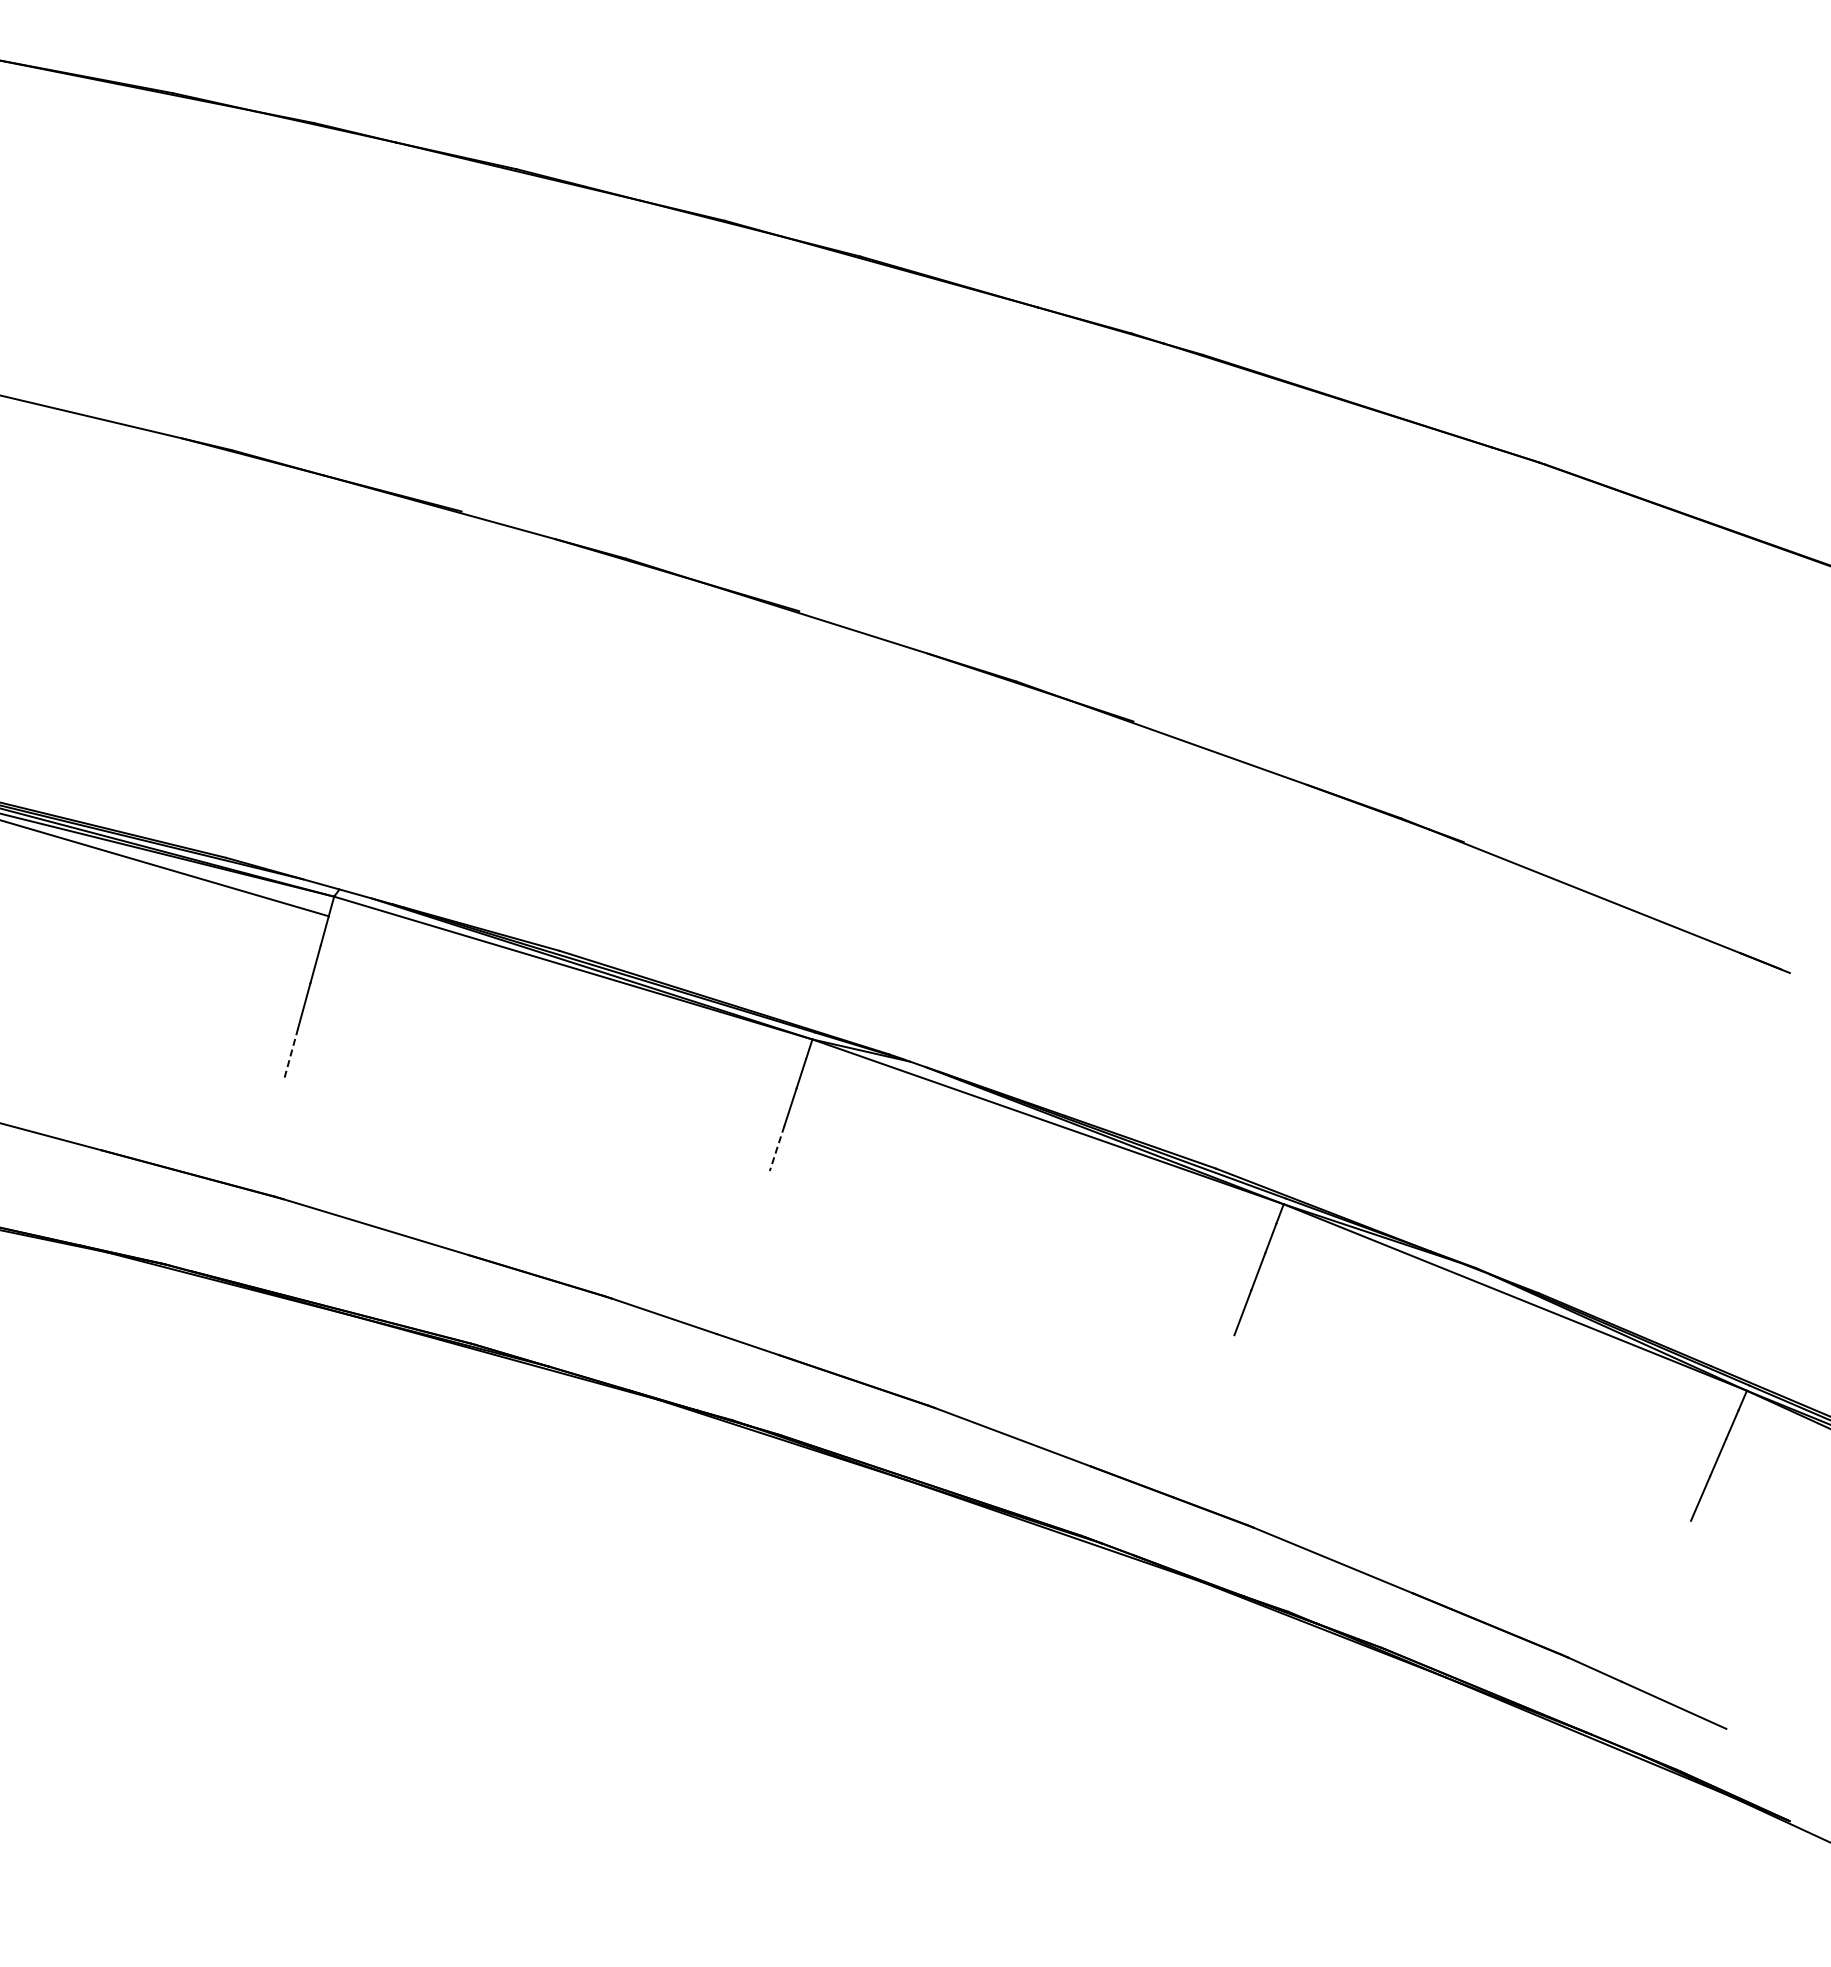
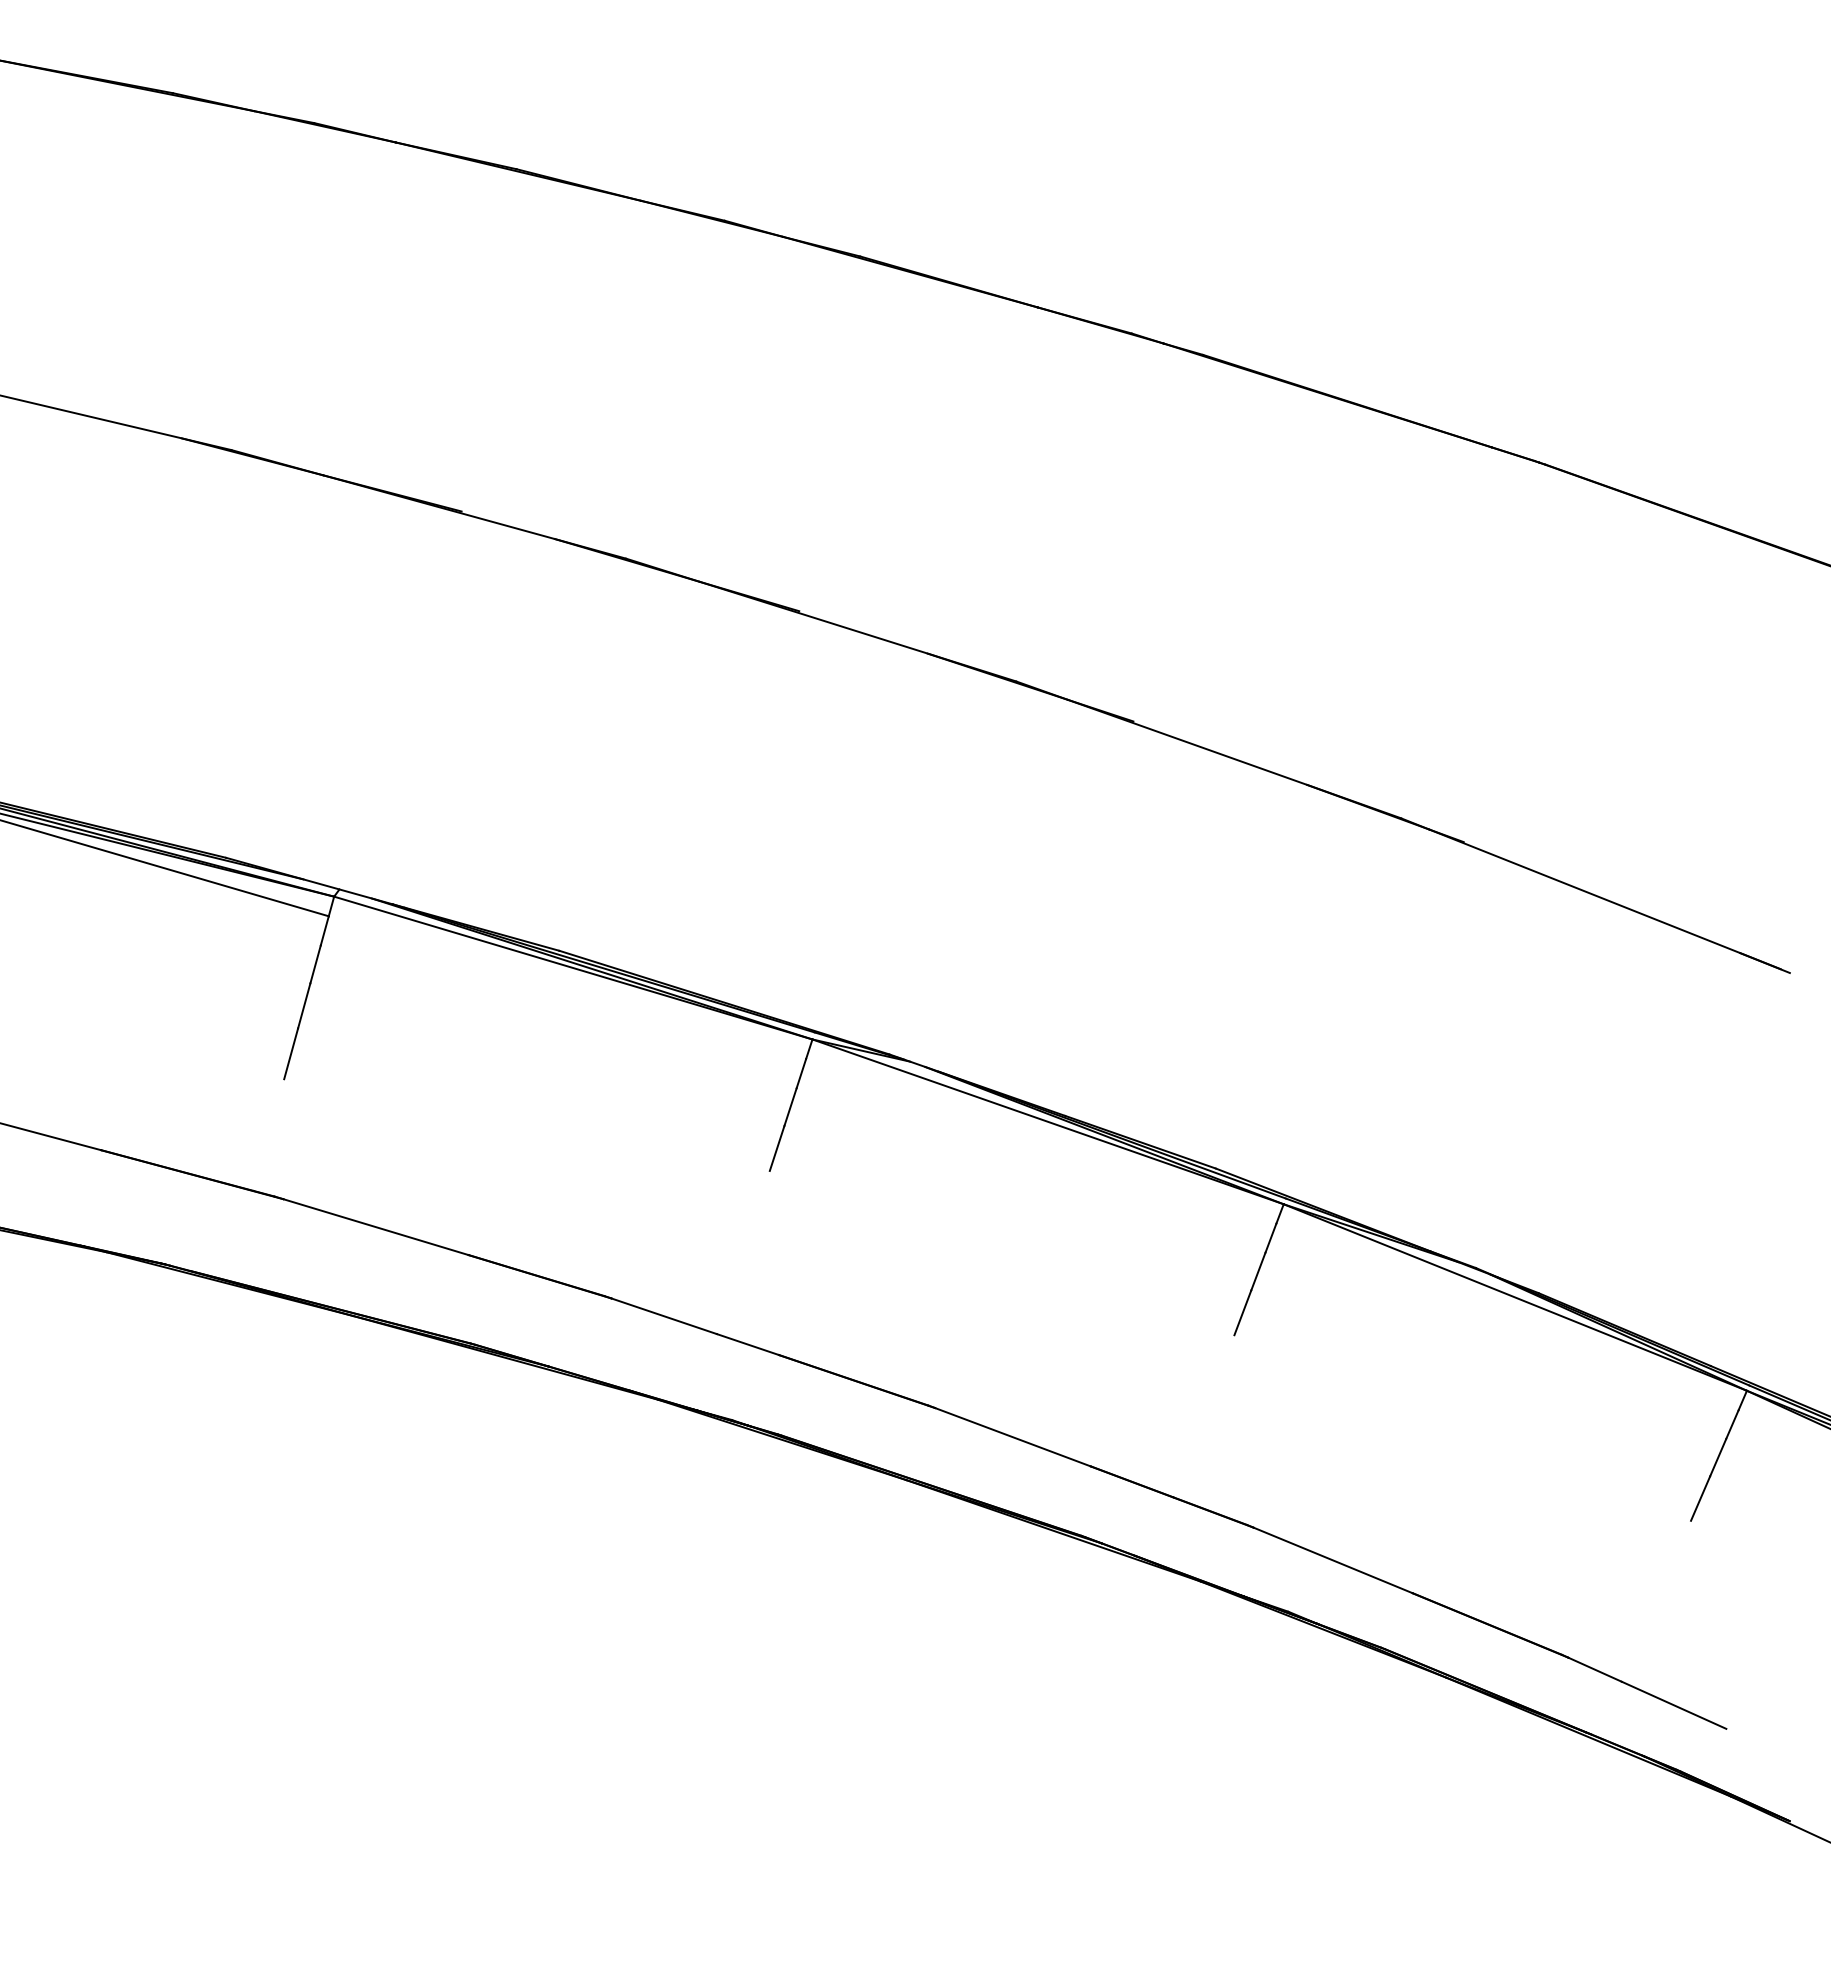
line at (291, 1054): dashed -> solid
line at (777, 1148): dashed -> solid
